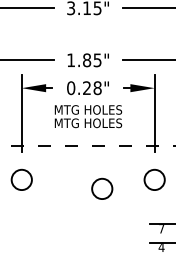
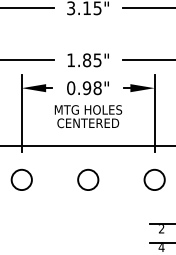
text at (86, 88): 0.28" -> 0.98"
text at (88, 123): MTG HOLES -> CENTERED
line at (88, 146): dashed -> solid
circle at (102, 188) position: (102, 188) -> (88, 179)
text at (161, 229): 7 -> 2
